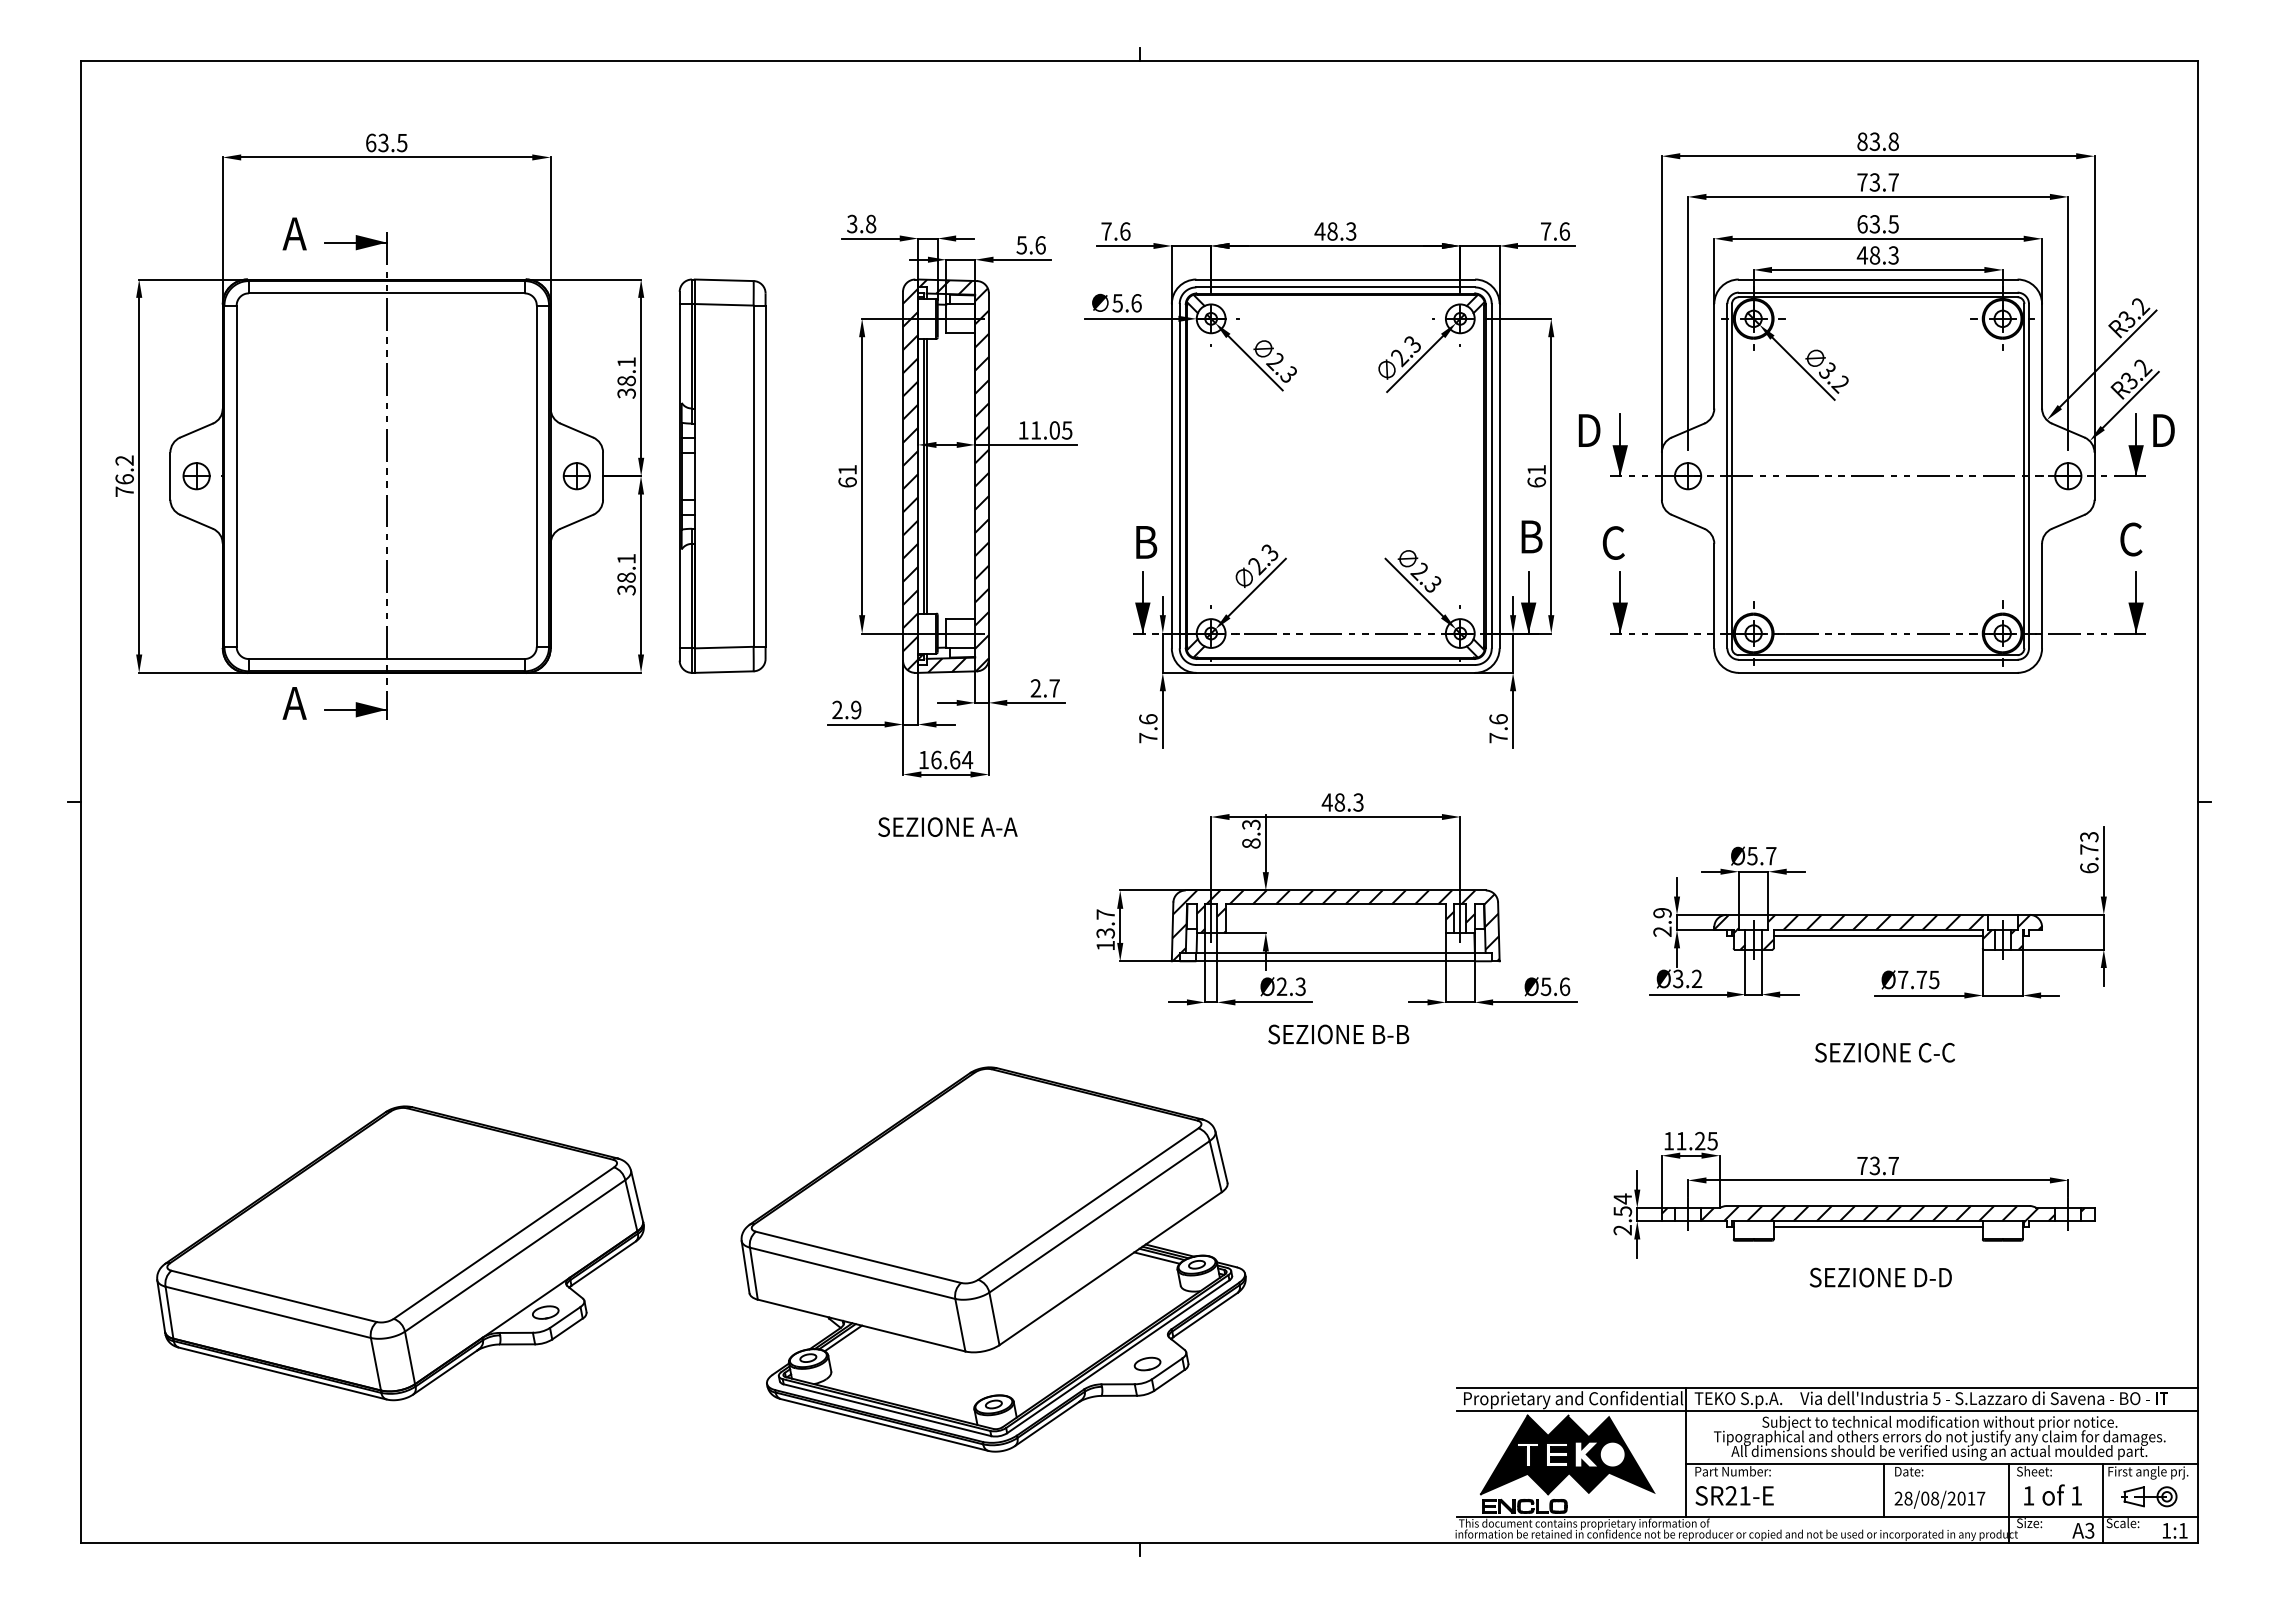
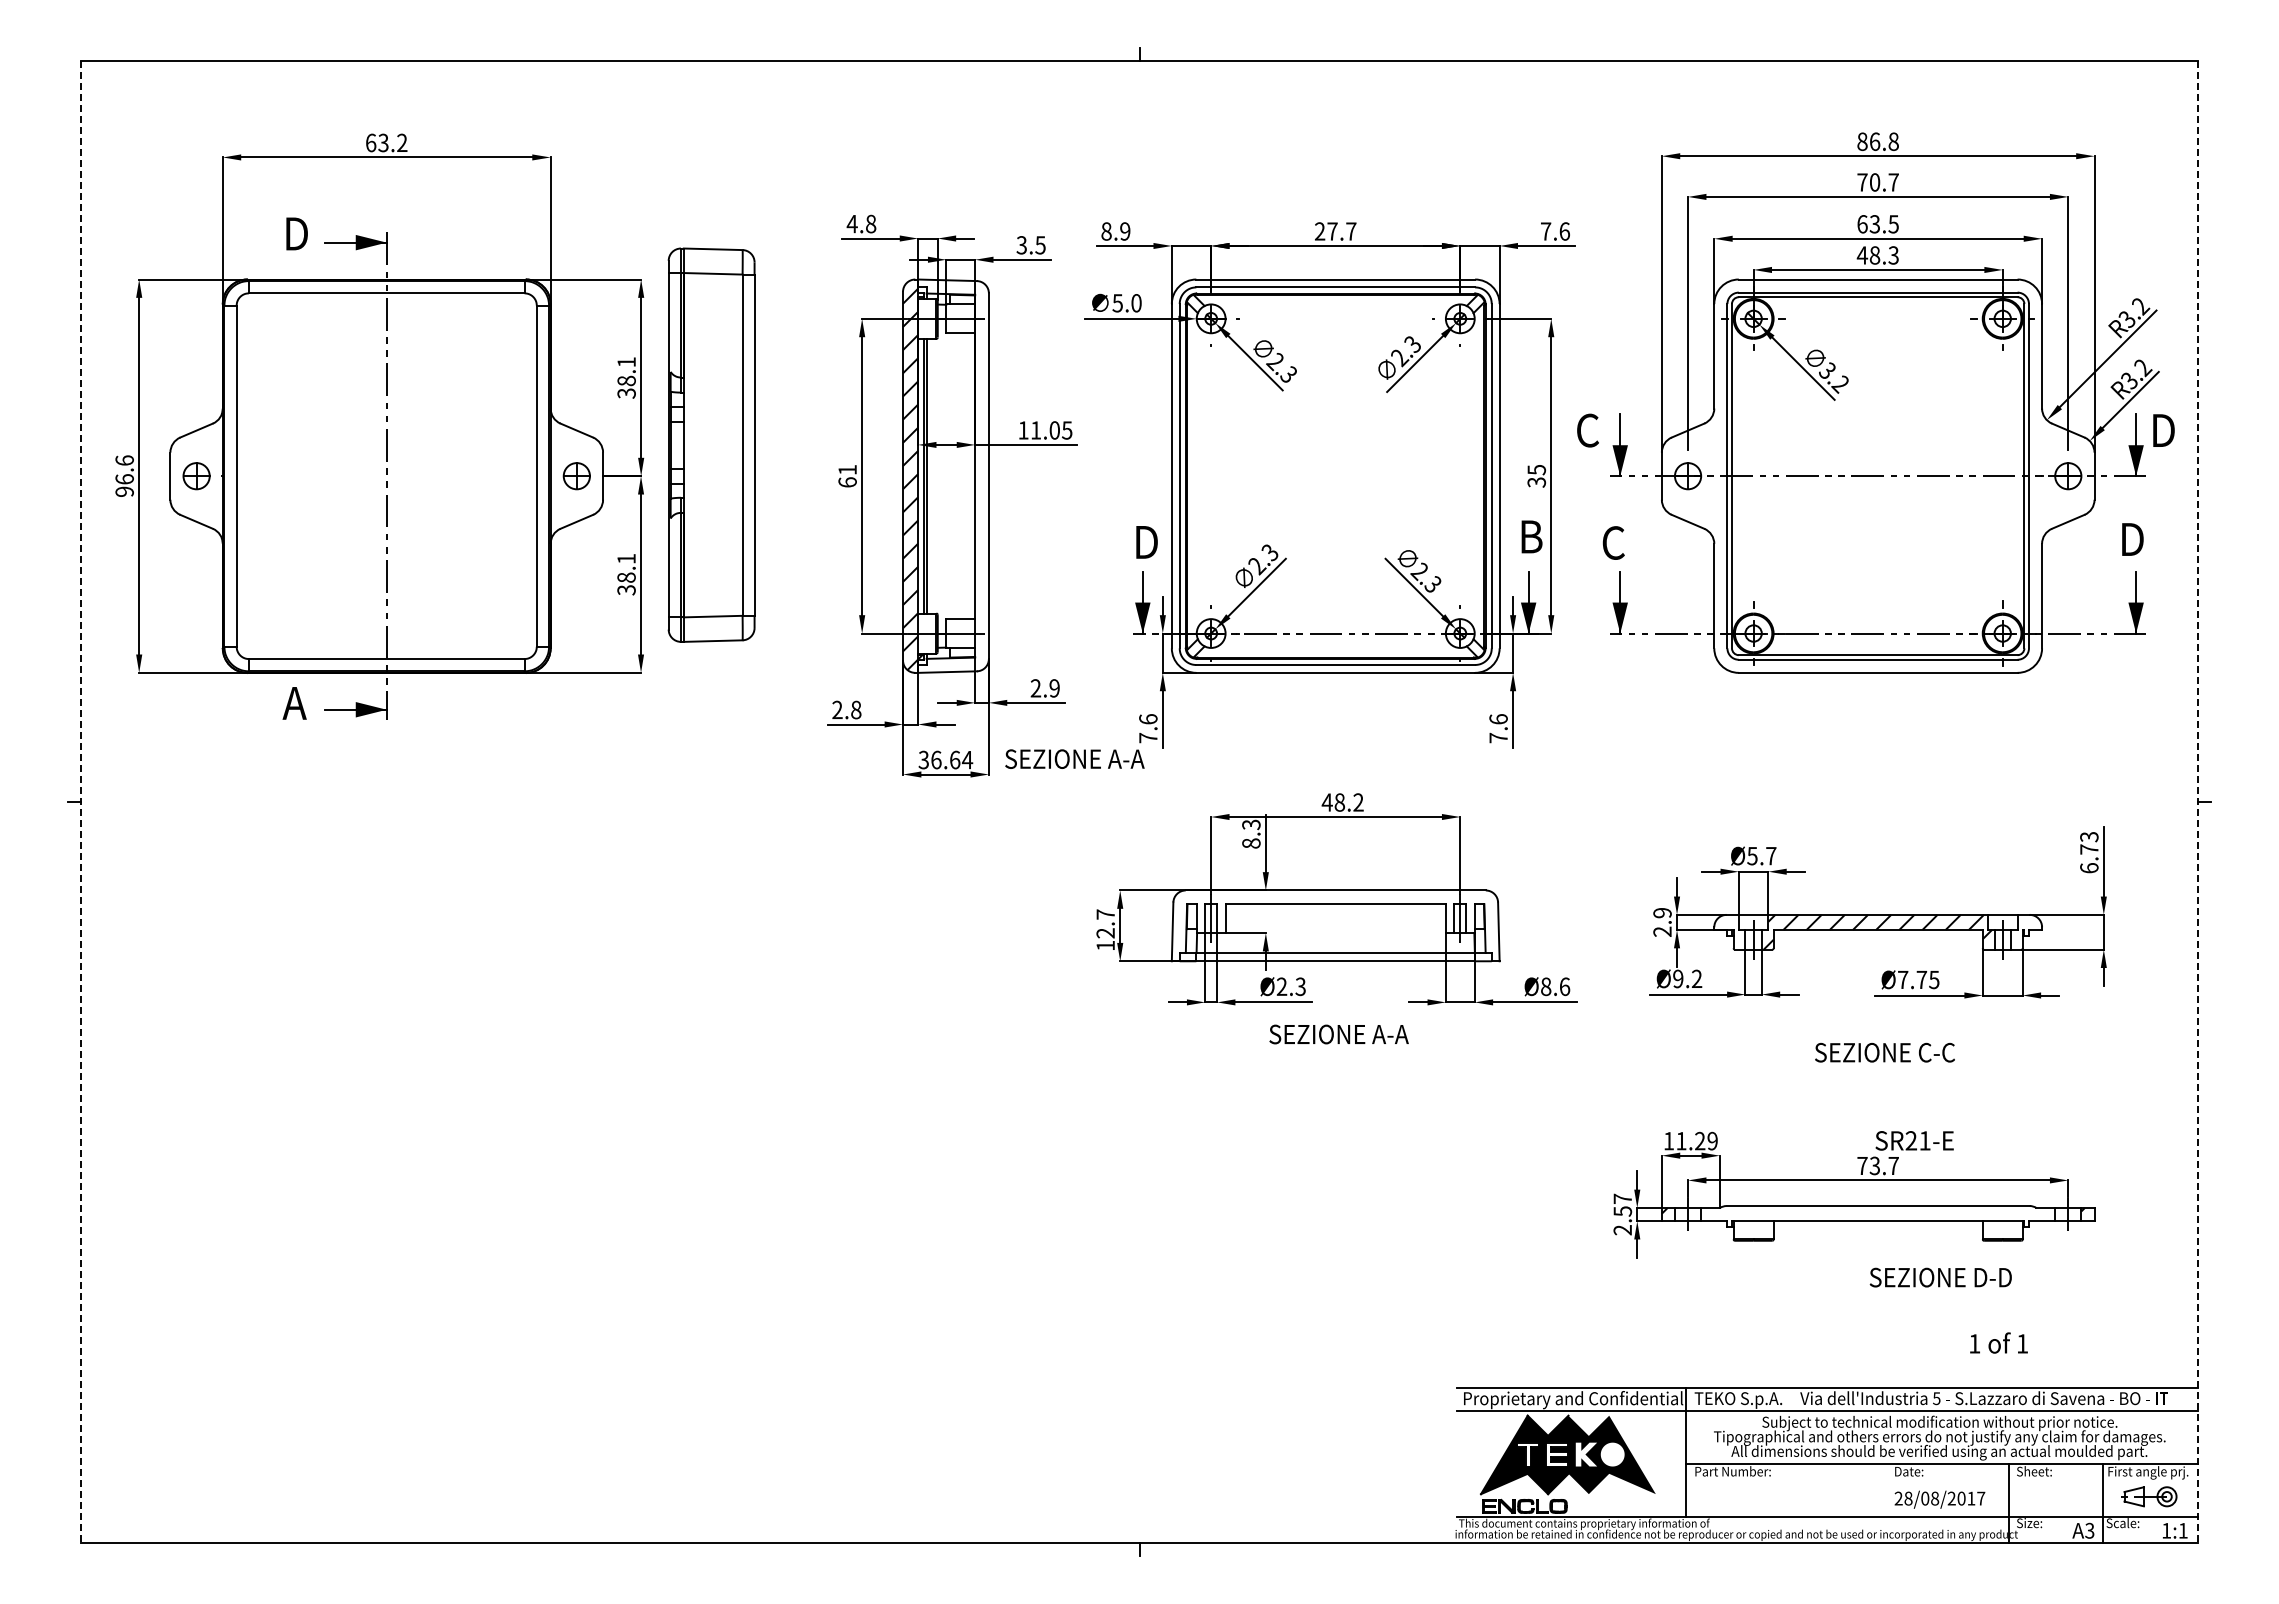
text at (1874, 141): 83.8 -> 86.8
text at (402, 142): 63.5 -> 63.2
text at (1874, 182): 73.7 -> 70.7
text at (851, 223): 3.8 -> 4.8
text at (1115, 231): 7.6 -> 8.9
text at (1335, 231): 48.3 -> 27.7
text at (294, 233): A -> D
text at (1031, 245): 5.6 -> 3.5
text at (1136, 303): 5.6 -> 5.0
text at (1588, 430): D -> C
text at (124, 475): 76.2 -> 96.6
part at (722, 475) position: (722, 475) -> (711, 444)
hatch at (953, 475): present -> none
text at (1536, 476): 61 -> 35
text at (2131, 539): C -> D
text at (1148, 542): B -> D
text at (1054, 688): 2.7 -> 2.9
text at (856, 709): 2.9 -> 2.8
text at (923, 759): 16.64 -> 36.64
line at (81, 802): solid -> dashed
text at (1358, 802): 48.3 -> 48.2
line at (2197, 802): solid -> dashed
text at (947, 826) position: (947, 826) -> (1074, 758)
hatch at (1335, 925): present -> none
hatch at (1729, 931): present -> none
hatch at (2026, 931): present -> none
text at (1105, 933): 13.7 -> 12.7
line at (1877, 935): present -> none
text at (1678, 979): Ø3.2 -> Ø9.2
text at (1545, 986): Ø5.6 -> Ø8.6
text at (1338, 1034): SEZIONE B-B -> SEZIONE A-A
text at (1712, 1140): 11.25 -> 11.29
text at (1622, 1198): 2.54 -> 2.57
hatch at (1878, 1214): present -> none
line at (1877, 1227): present -> none
part at (400, 1253): present -> none
part at (993, 1259): present -> none
text at (1880, 1277) position: (1880, 1277) -> (1940, 1277)
line at (1883, 1490): present -> none
text at (2052, 1494) position: (2052, 1494) -> (1998, 1342)
text at (1734, 1495) position: (1734, 1495) -> (1914, 1140)
